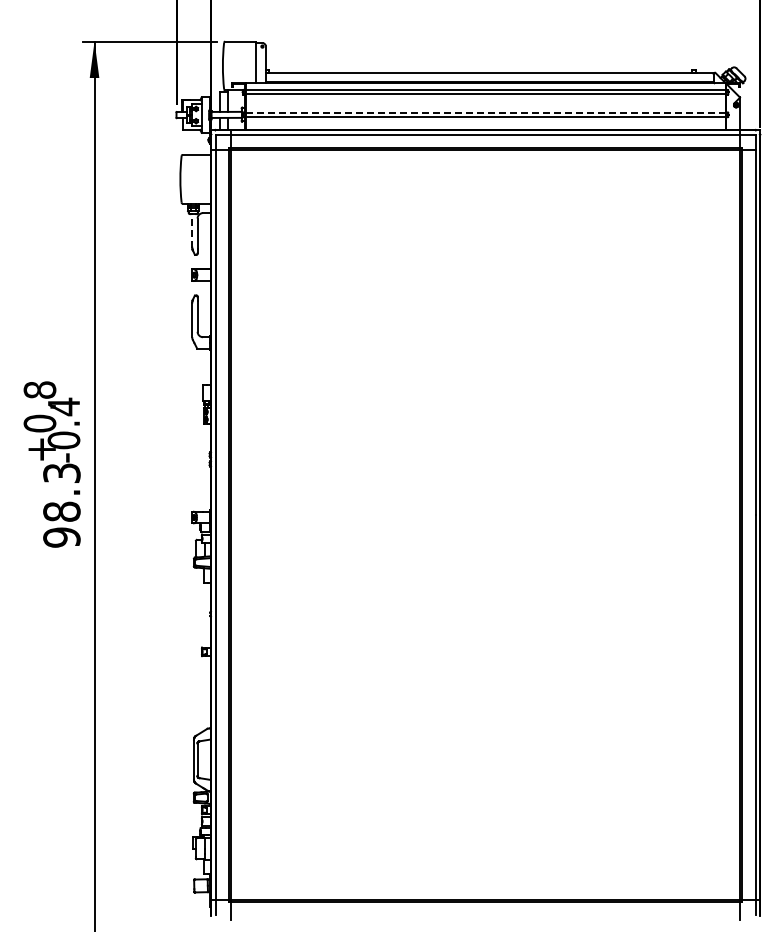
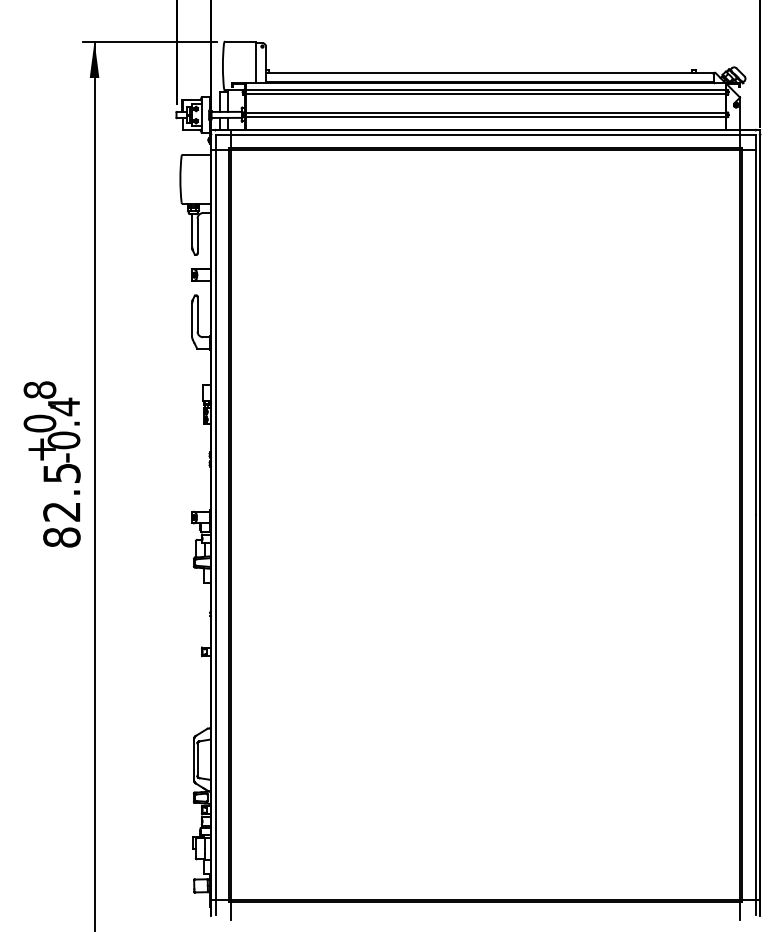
line at (485, 112): dashed -> solid
line at (192, 230): dashed -> solid
text at (61, 505): 98.3 -> 82.5
